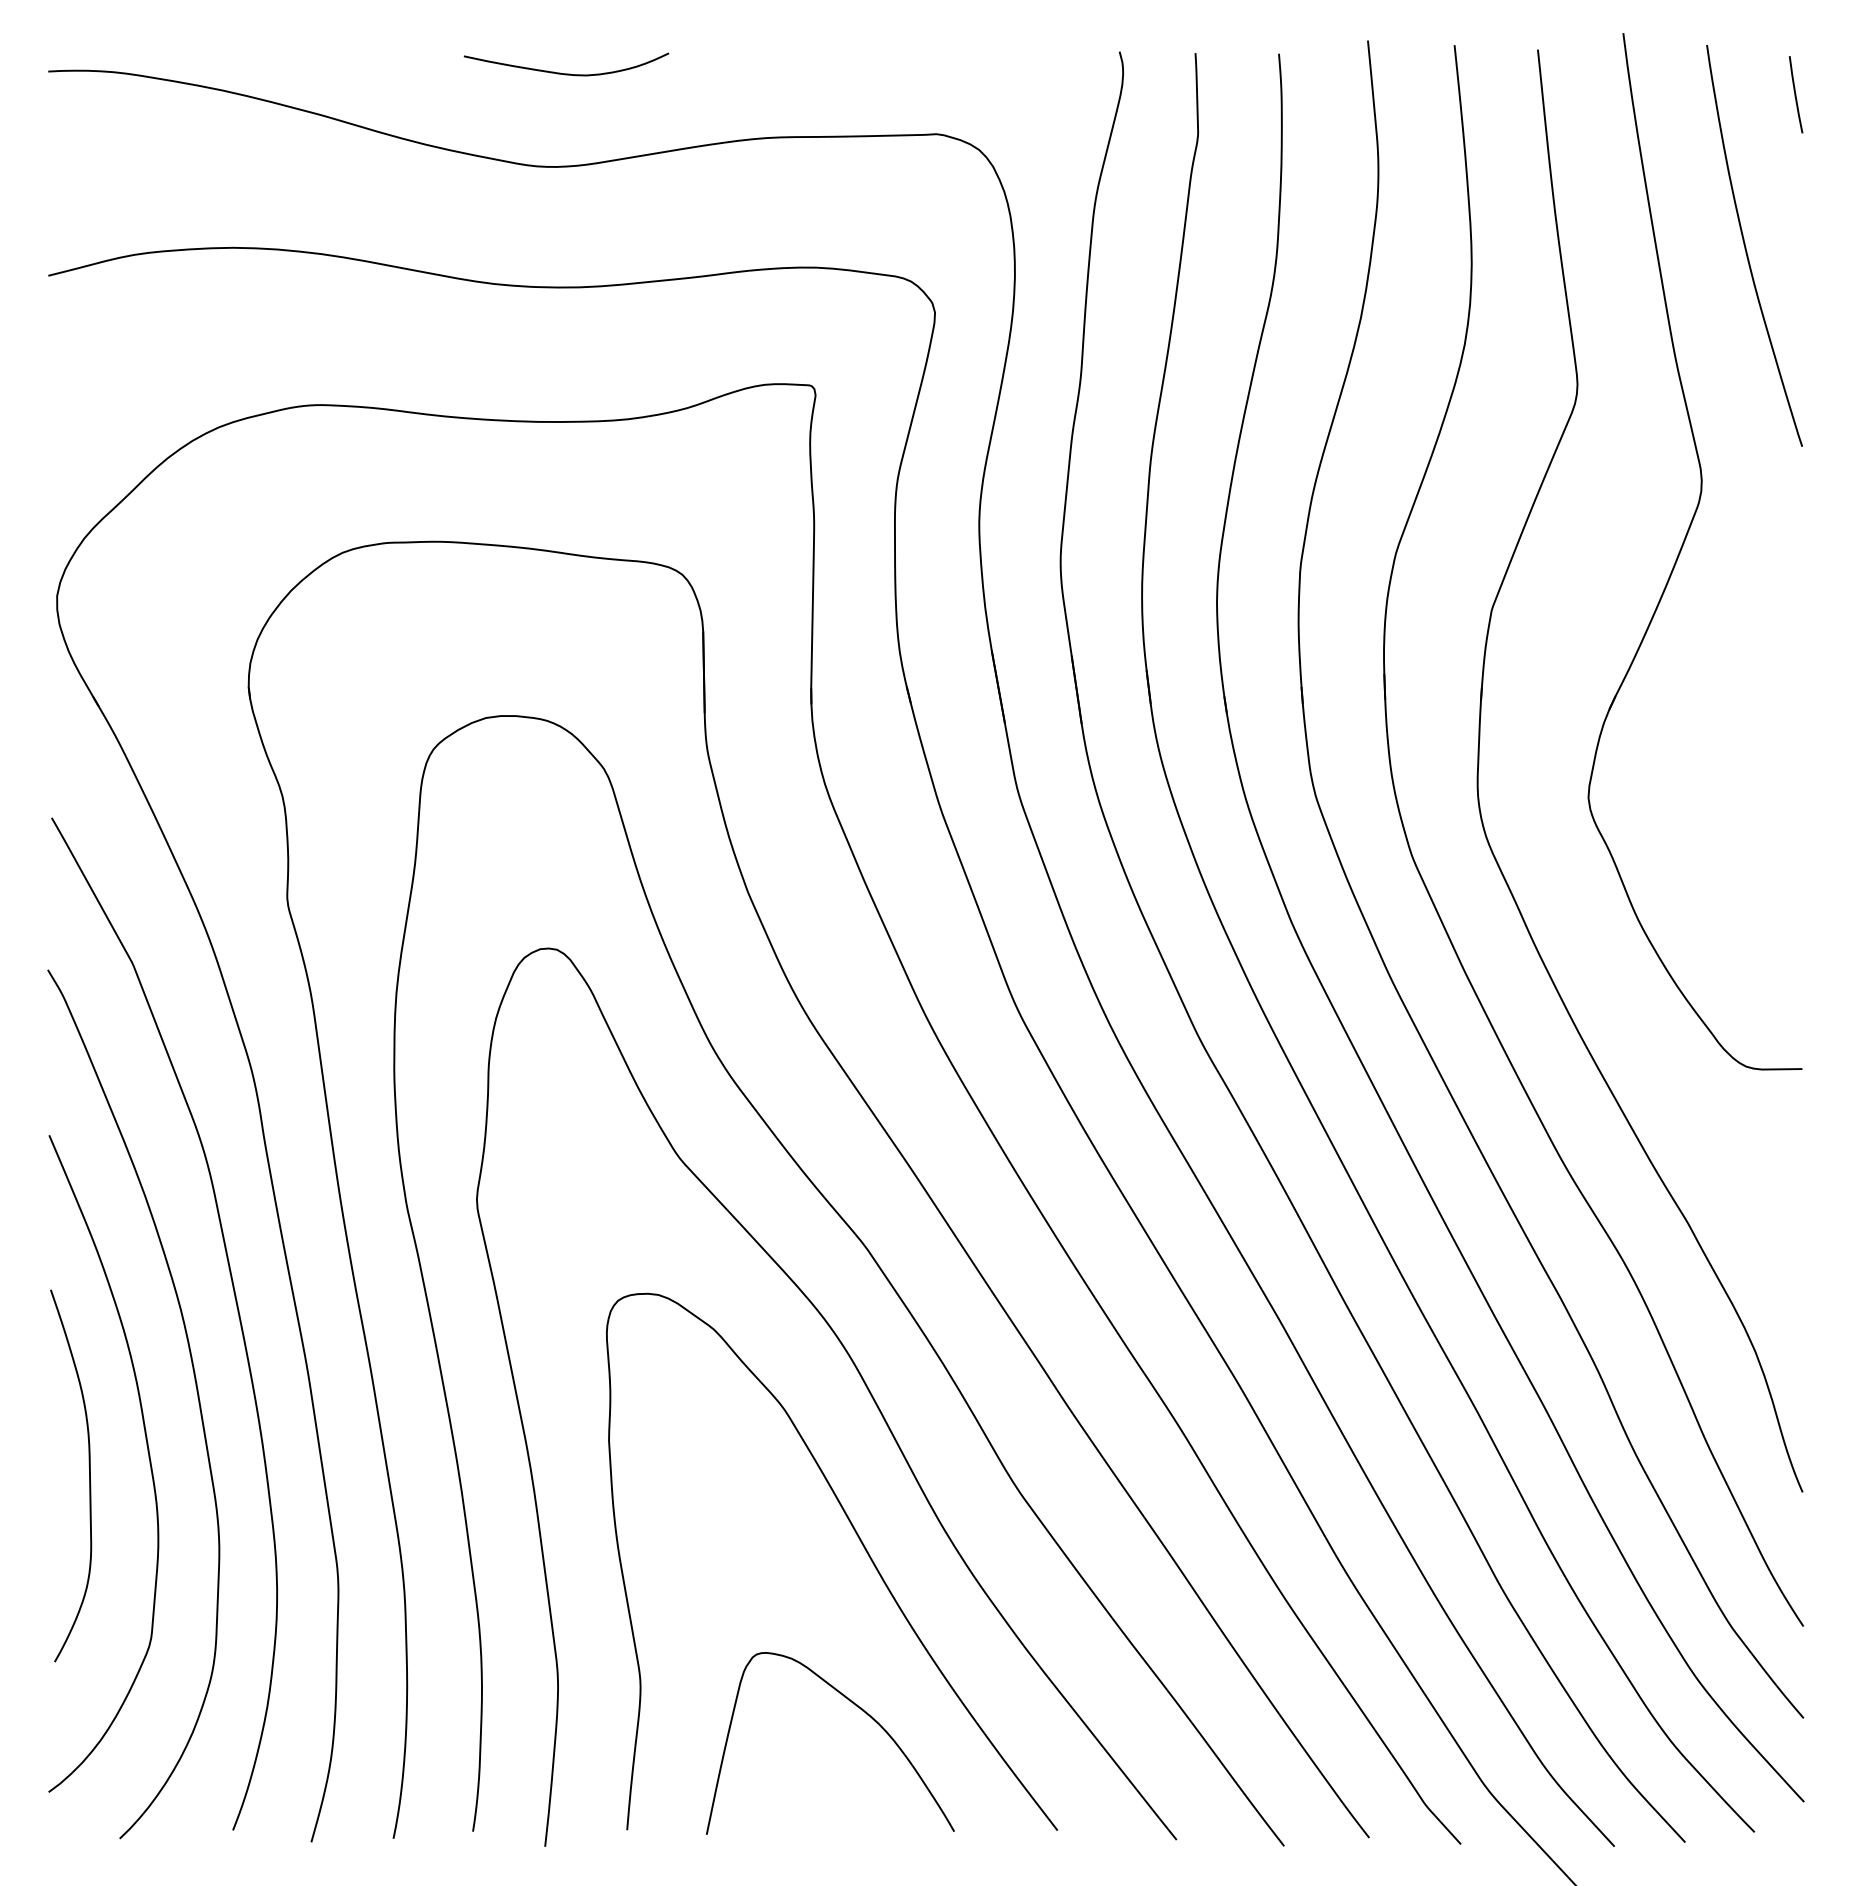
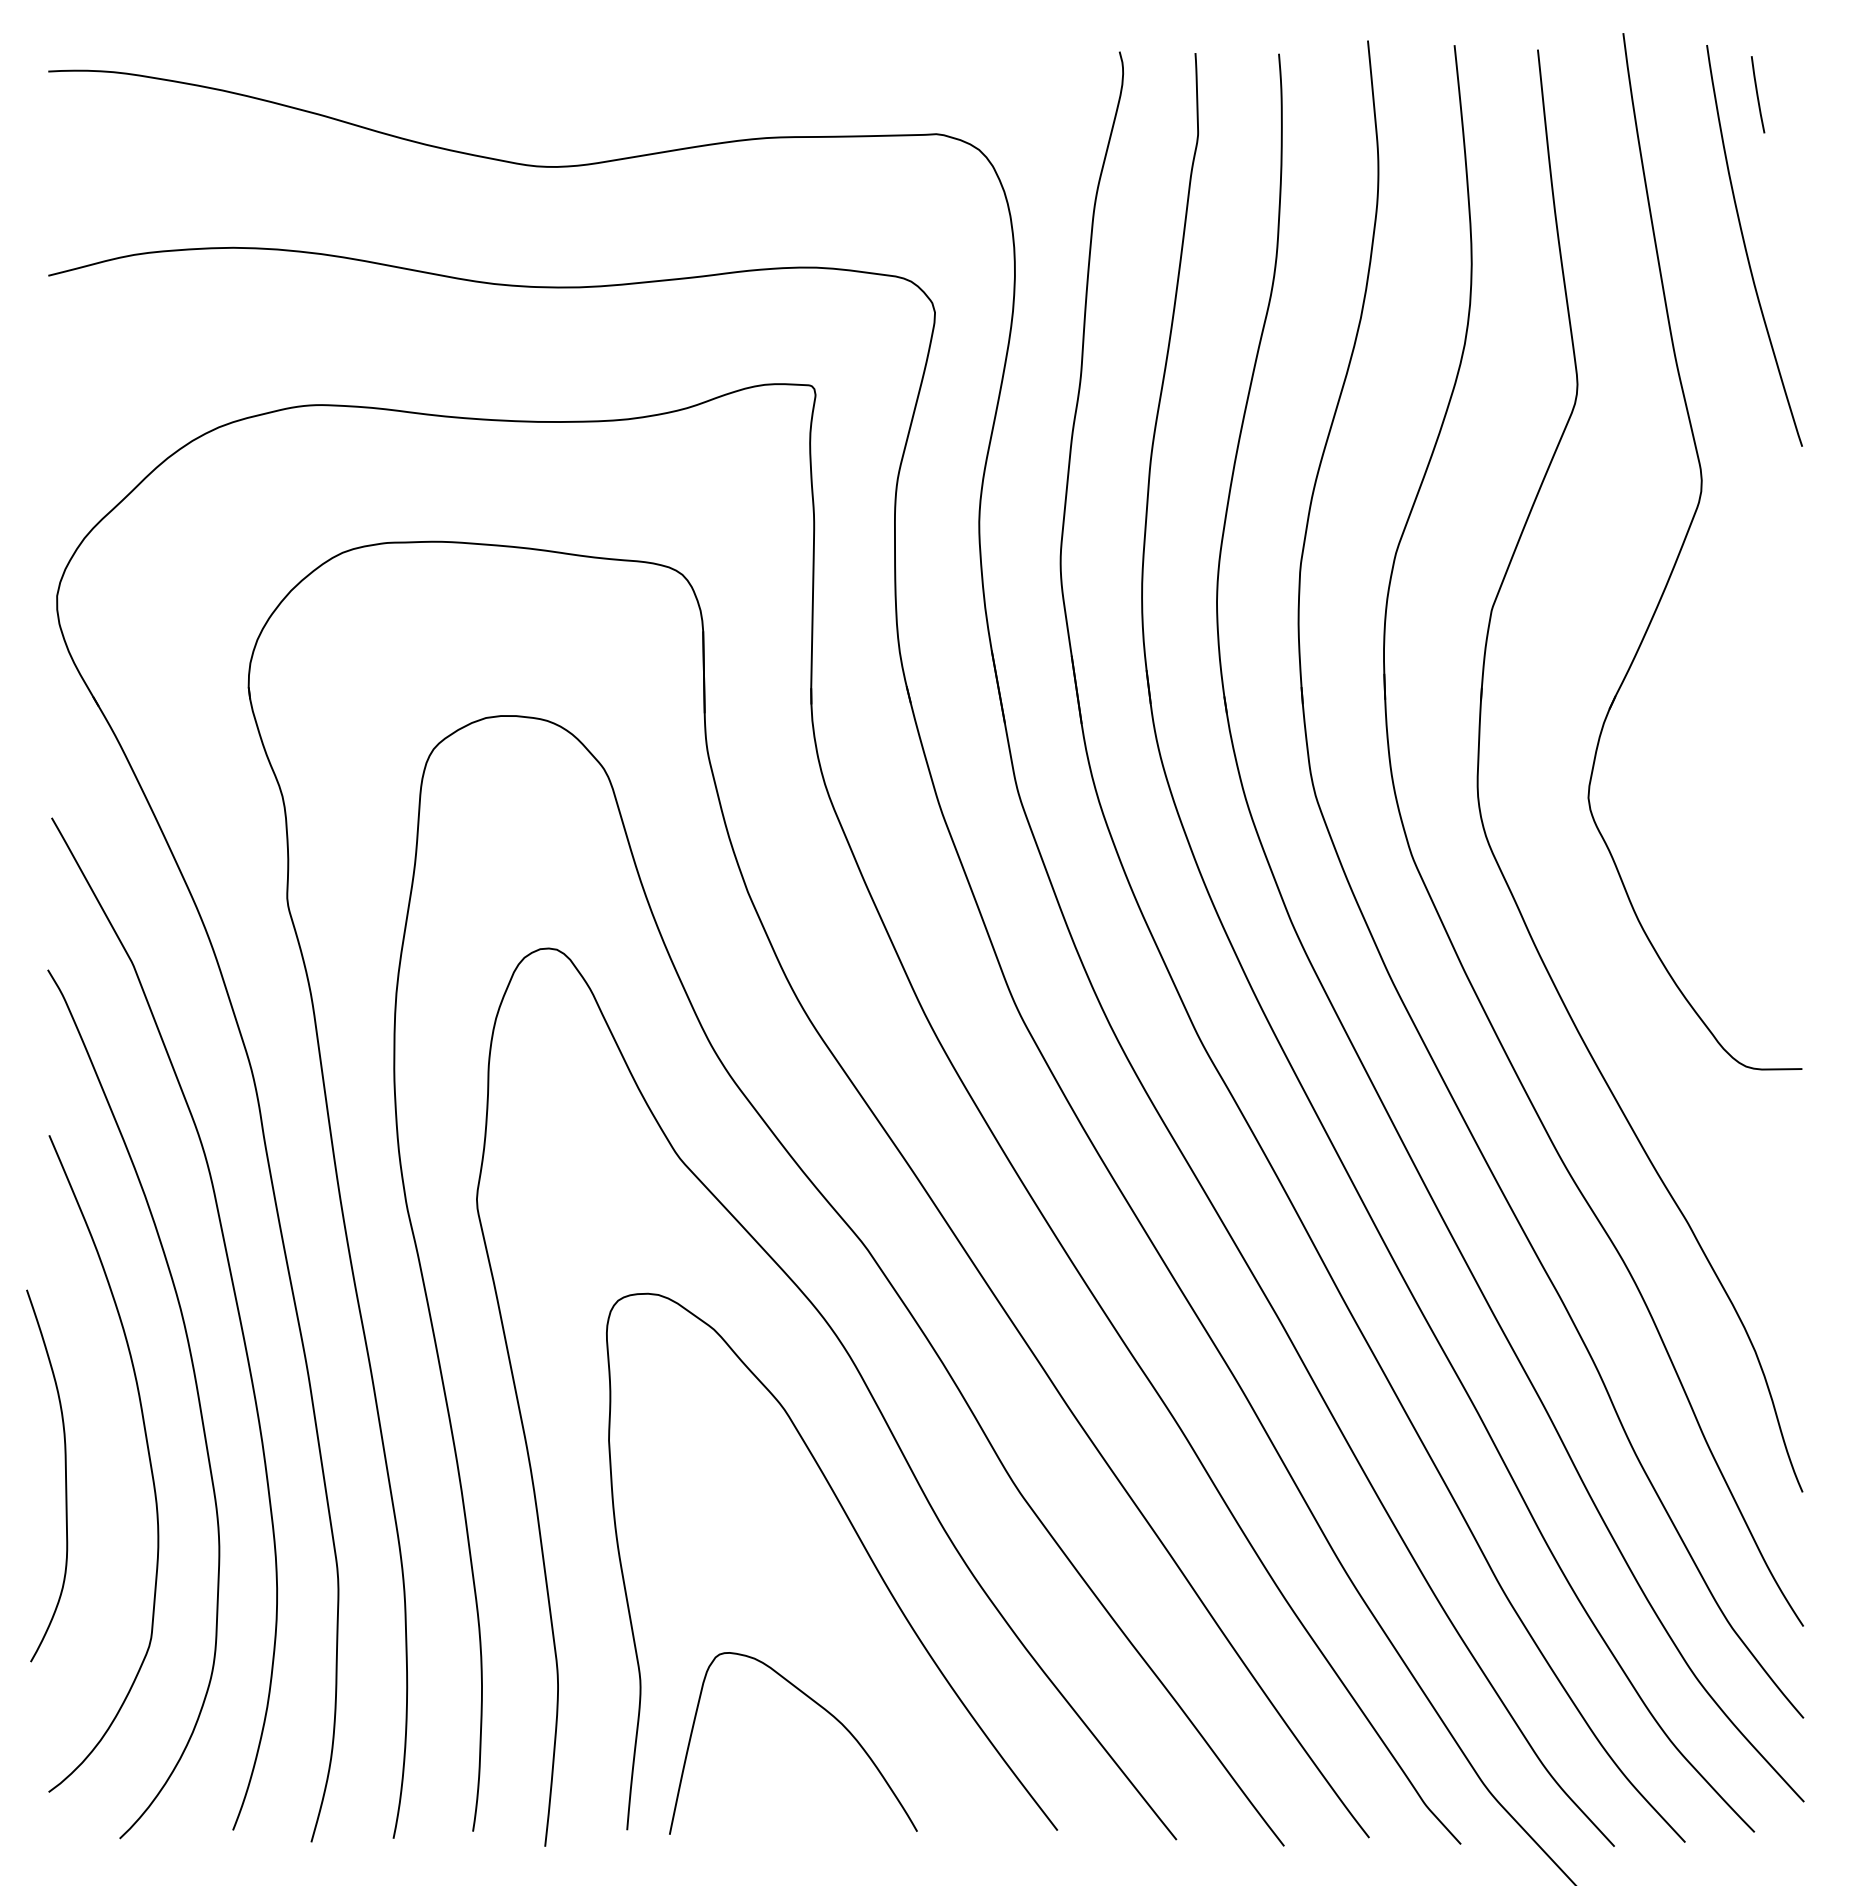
curve at (566, 73): present -> none
line at (1795, 94) position: (1795, 94) -> (1757, 94)
curve at (89, 1475) position: (89, 1475) -> (65, 1475)
curve at (857, 1707) position: (857, 1707) -> (820, 1707)
